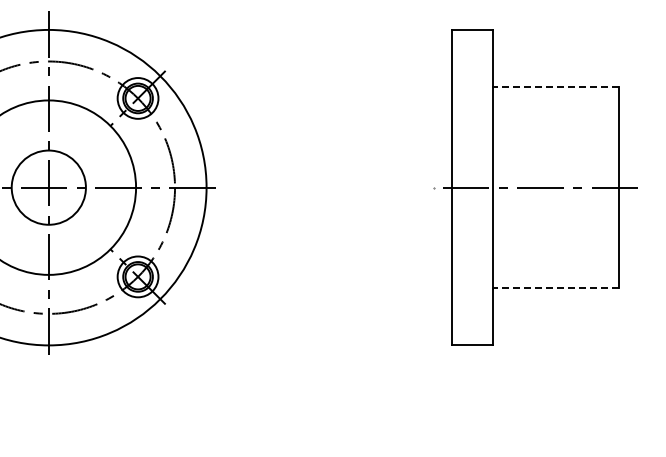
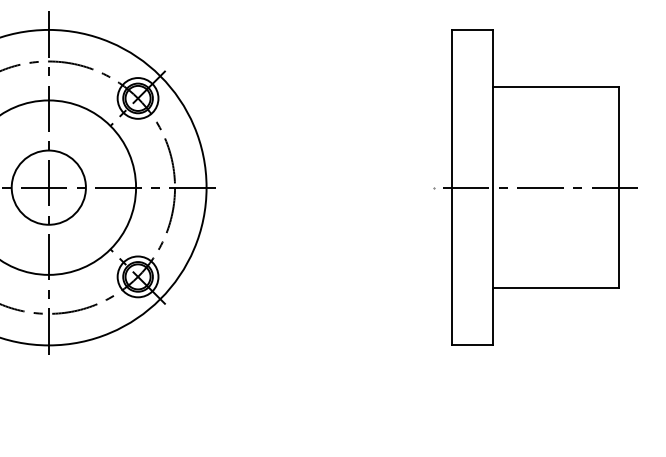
line at (556, 87): dashed -> solid
line at (556, 287): dashed -> solid
